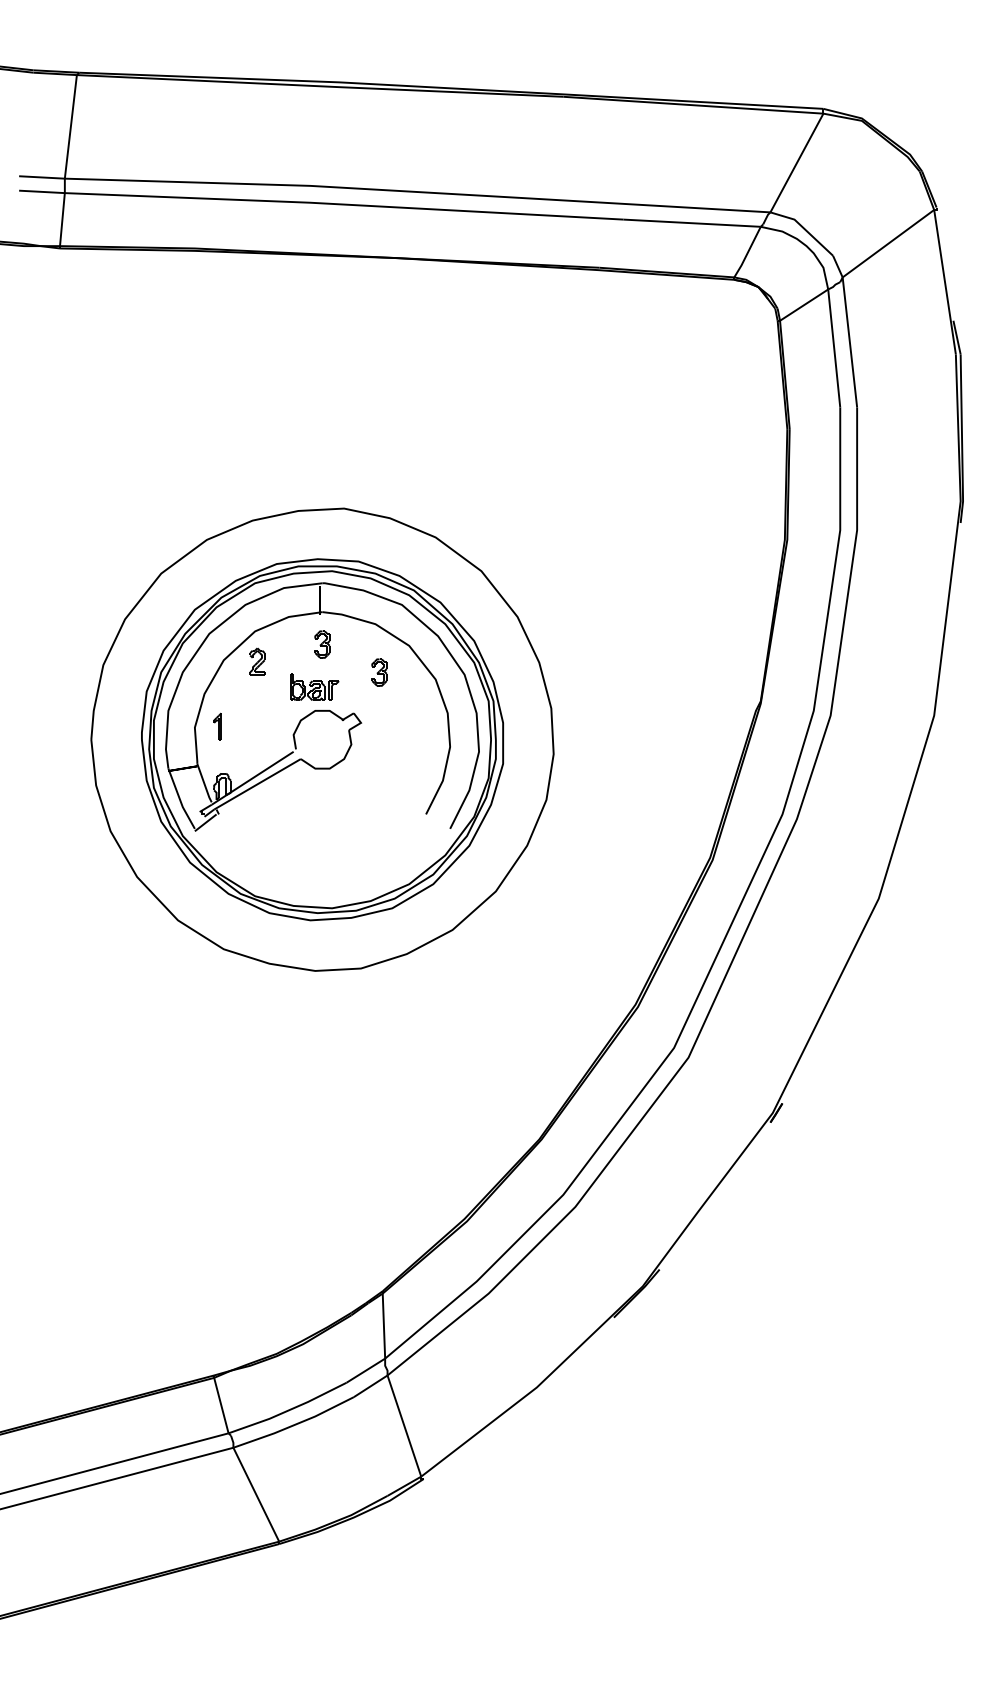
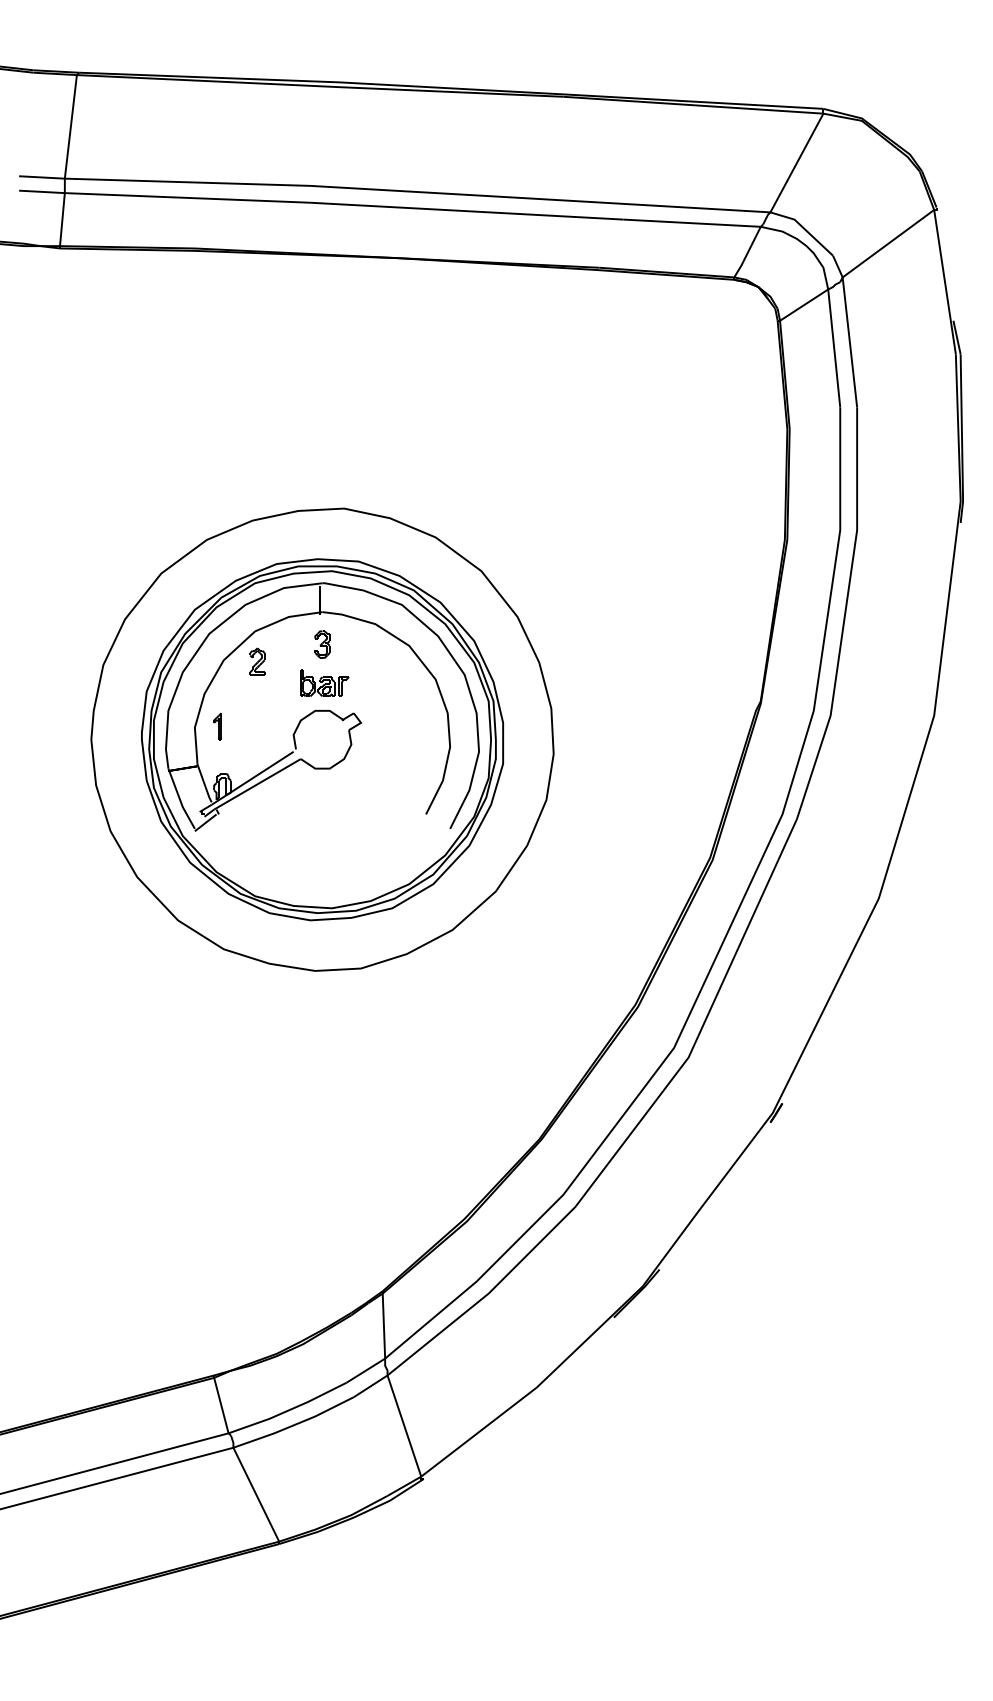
part at (379, 672): present -> none
part at (314, 686) position: (314, 686) -> (324, 682)
